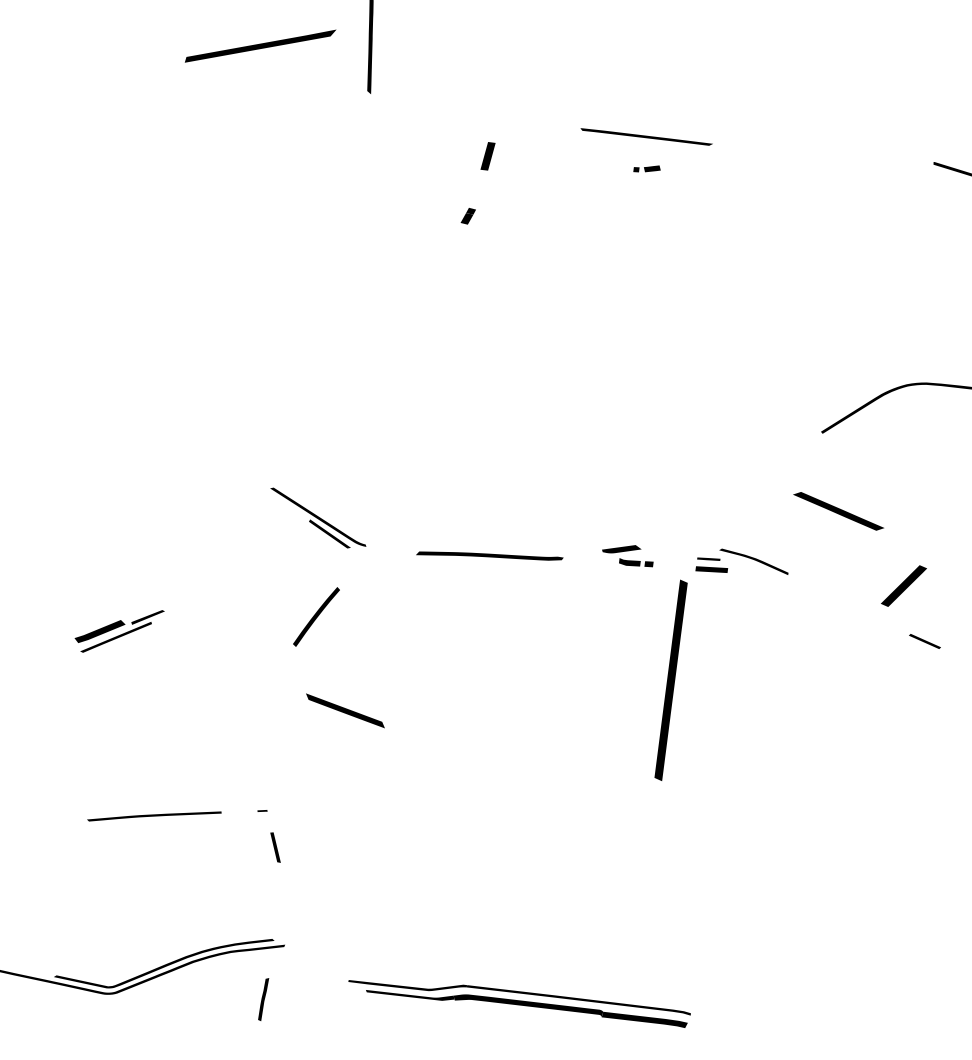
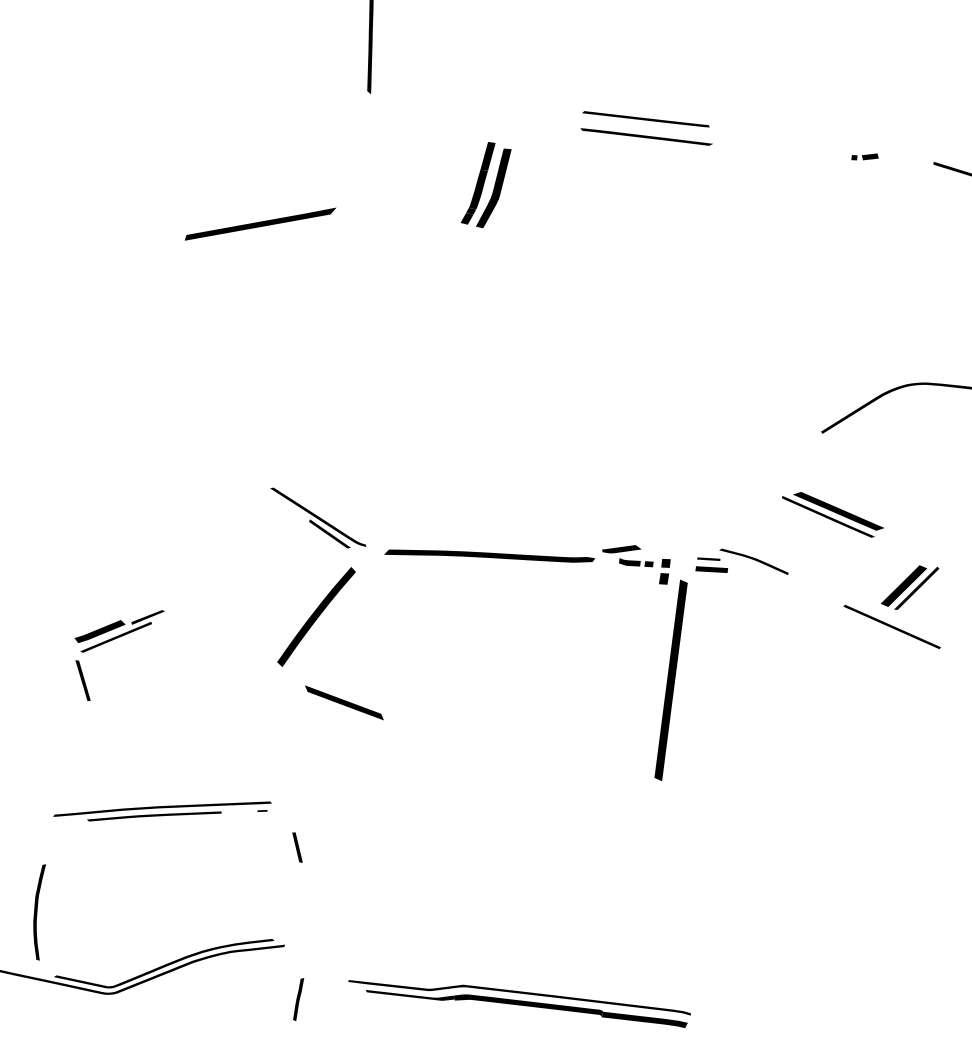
part at (260, 45) position: (260, 45) -> (260, 223)
fill at (645, 119): none -> present
part at (646, 168) position: (646, 168) -> (864, 156)
fill at (493, 188): none -> present
fill at (478, 189): none -> present
fill at (828, 516): none -> present
part at (489, 555) size: 148x10 px -> 212x14 px
part at (664, 571): none -> present
fill at (916, 587): none -> present
part at (316, 616) size: 47x60 px -> 79x100 px
fill at (876, 619): none -> present
fill at (82, 680): none -> present
part at (345, 710) position: (345, 710) -> (344, 702)
fill at (162, 808): none -> present
line at (275, 847) position: (275, 847) -> (297, 847)
part at (39, 912): none -> present
line at (263, 999) position: (263, 999) -> (298, 999)
